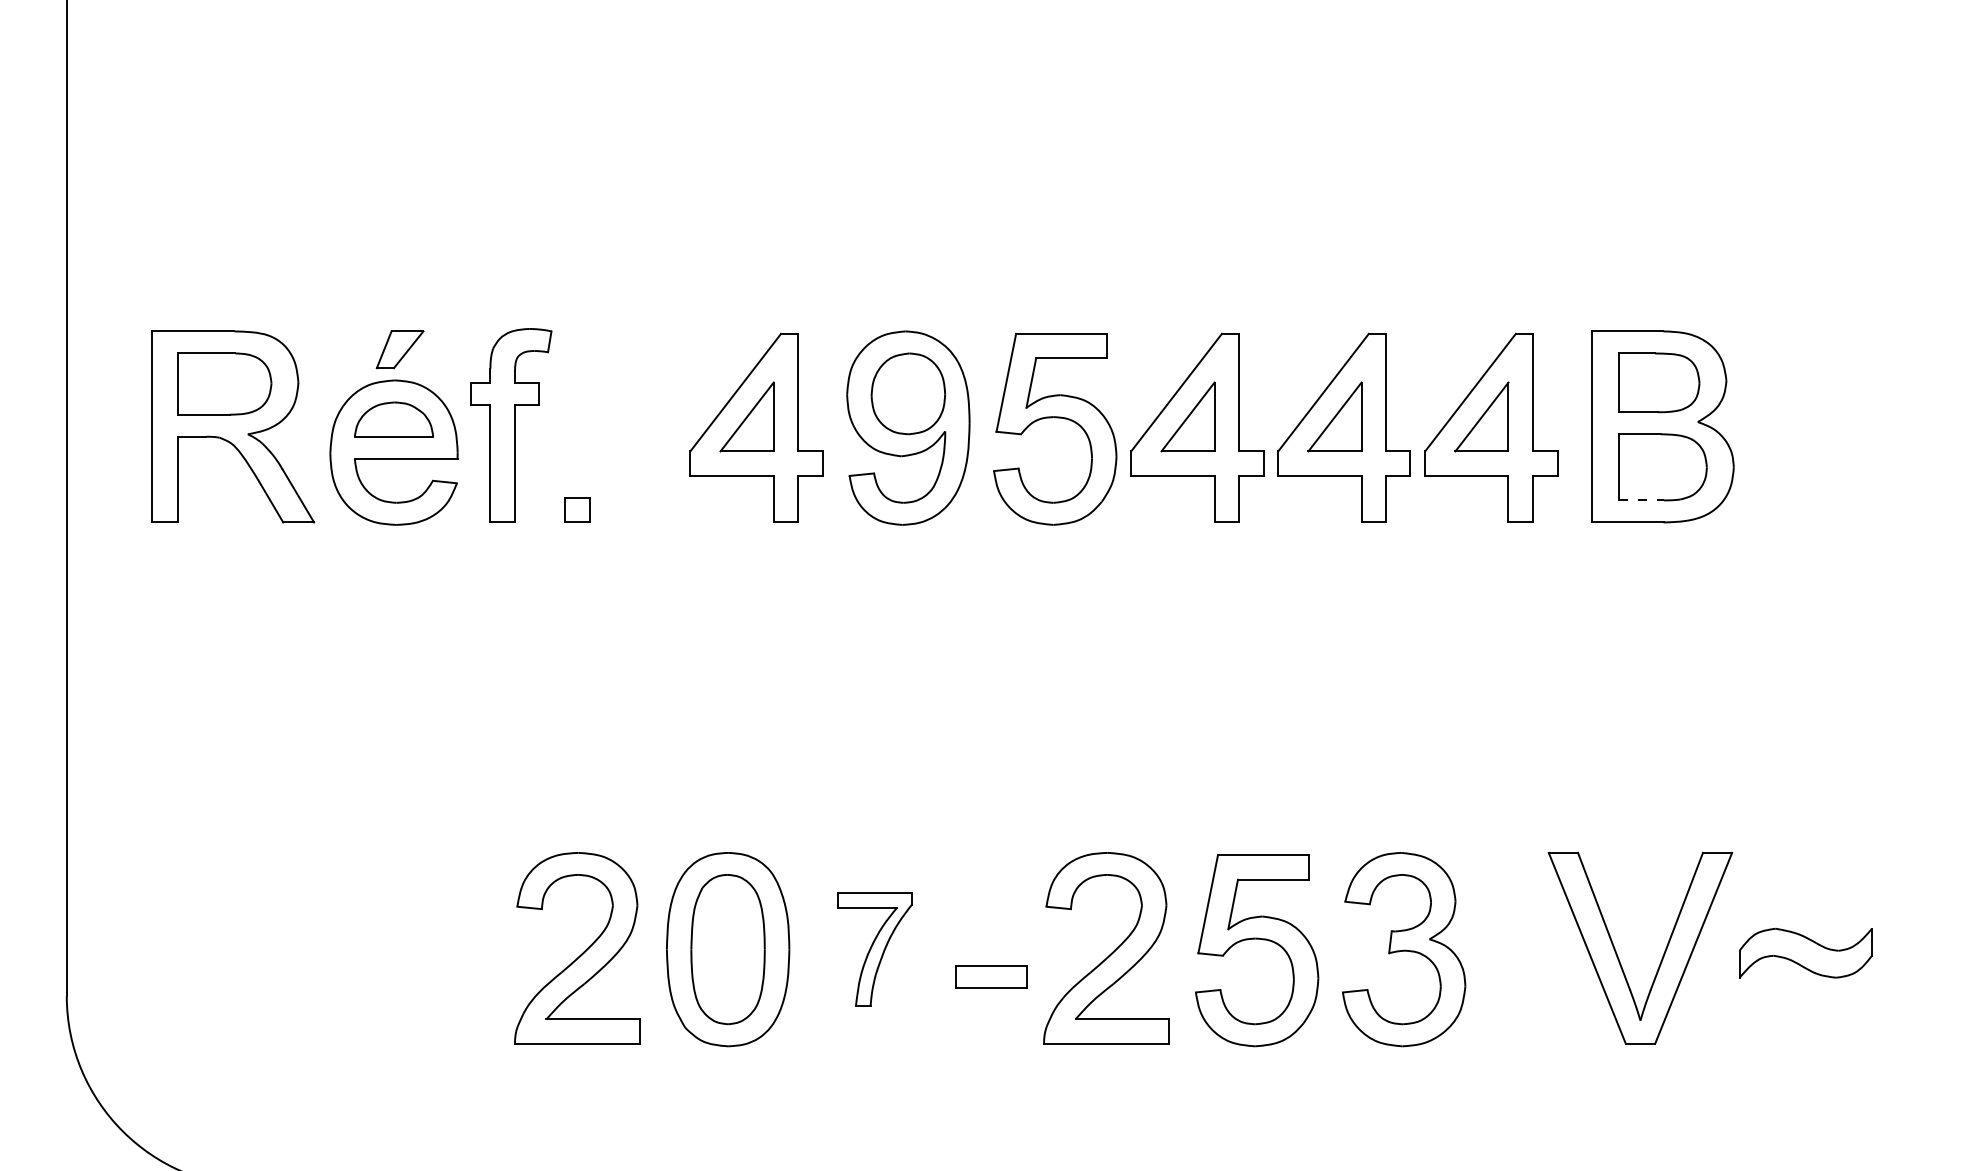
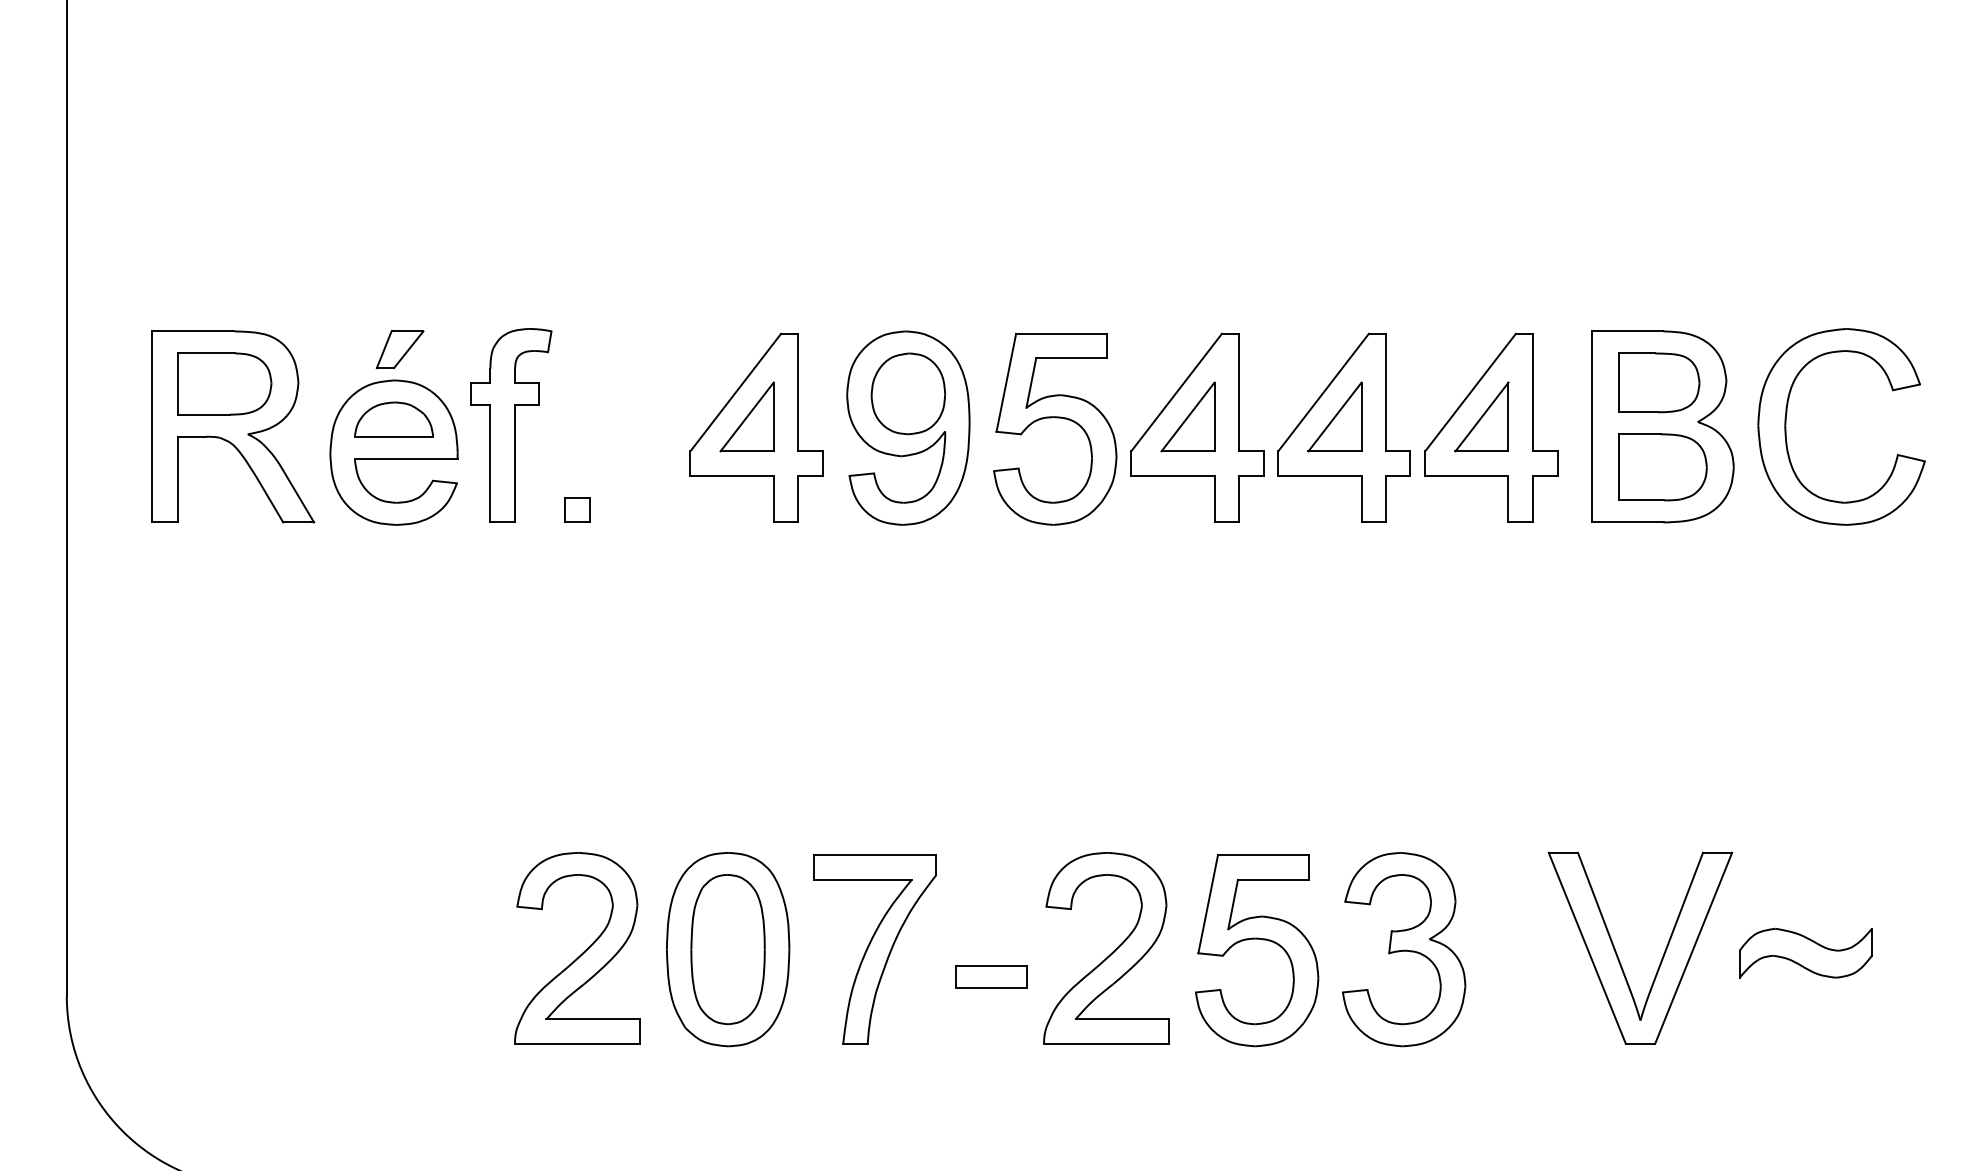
part at (1786, 426): none -> present
line at (1641, 500): dashed -> solid
part at (874, 949) size: 76x115 px -> 124x191 px
